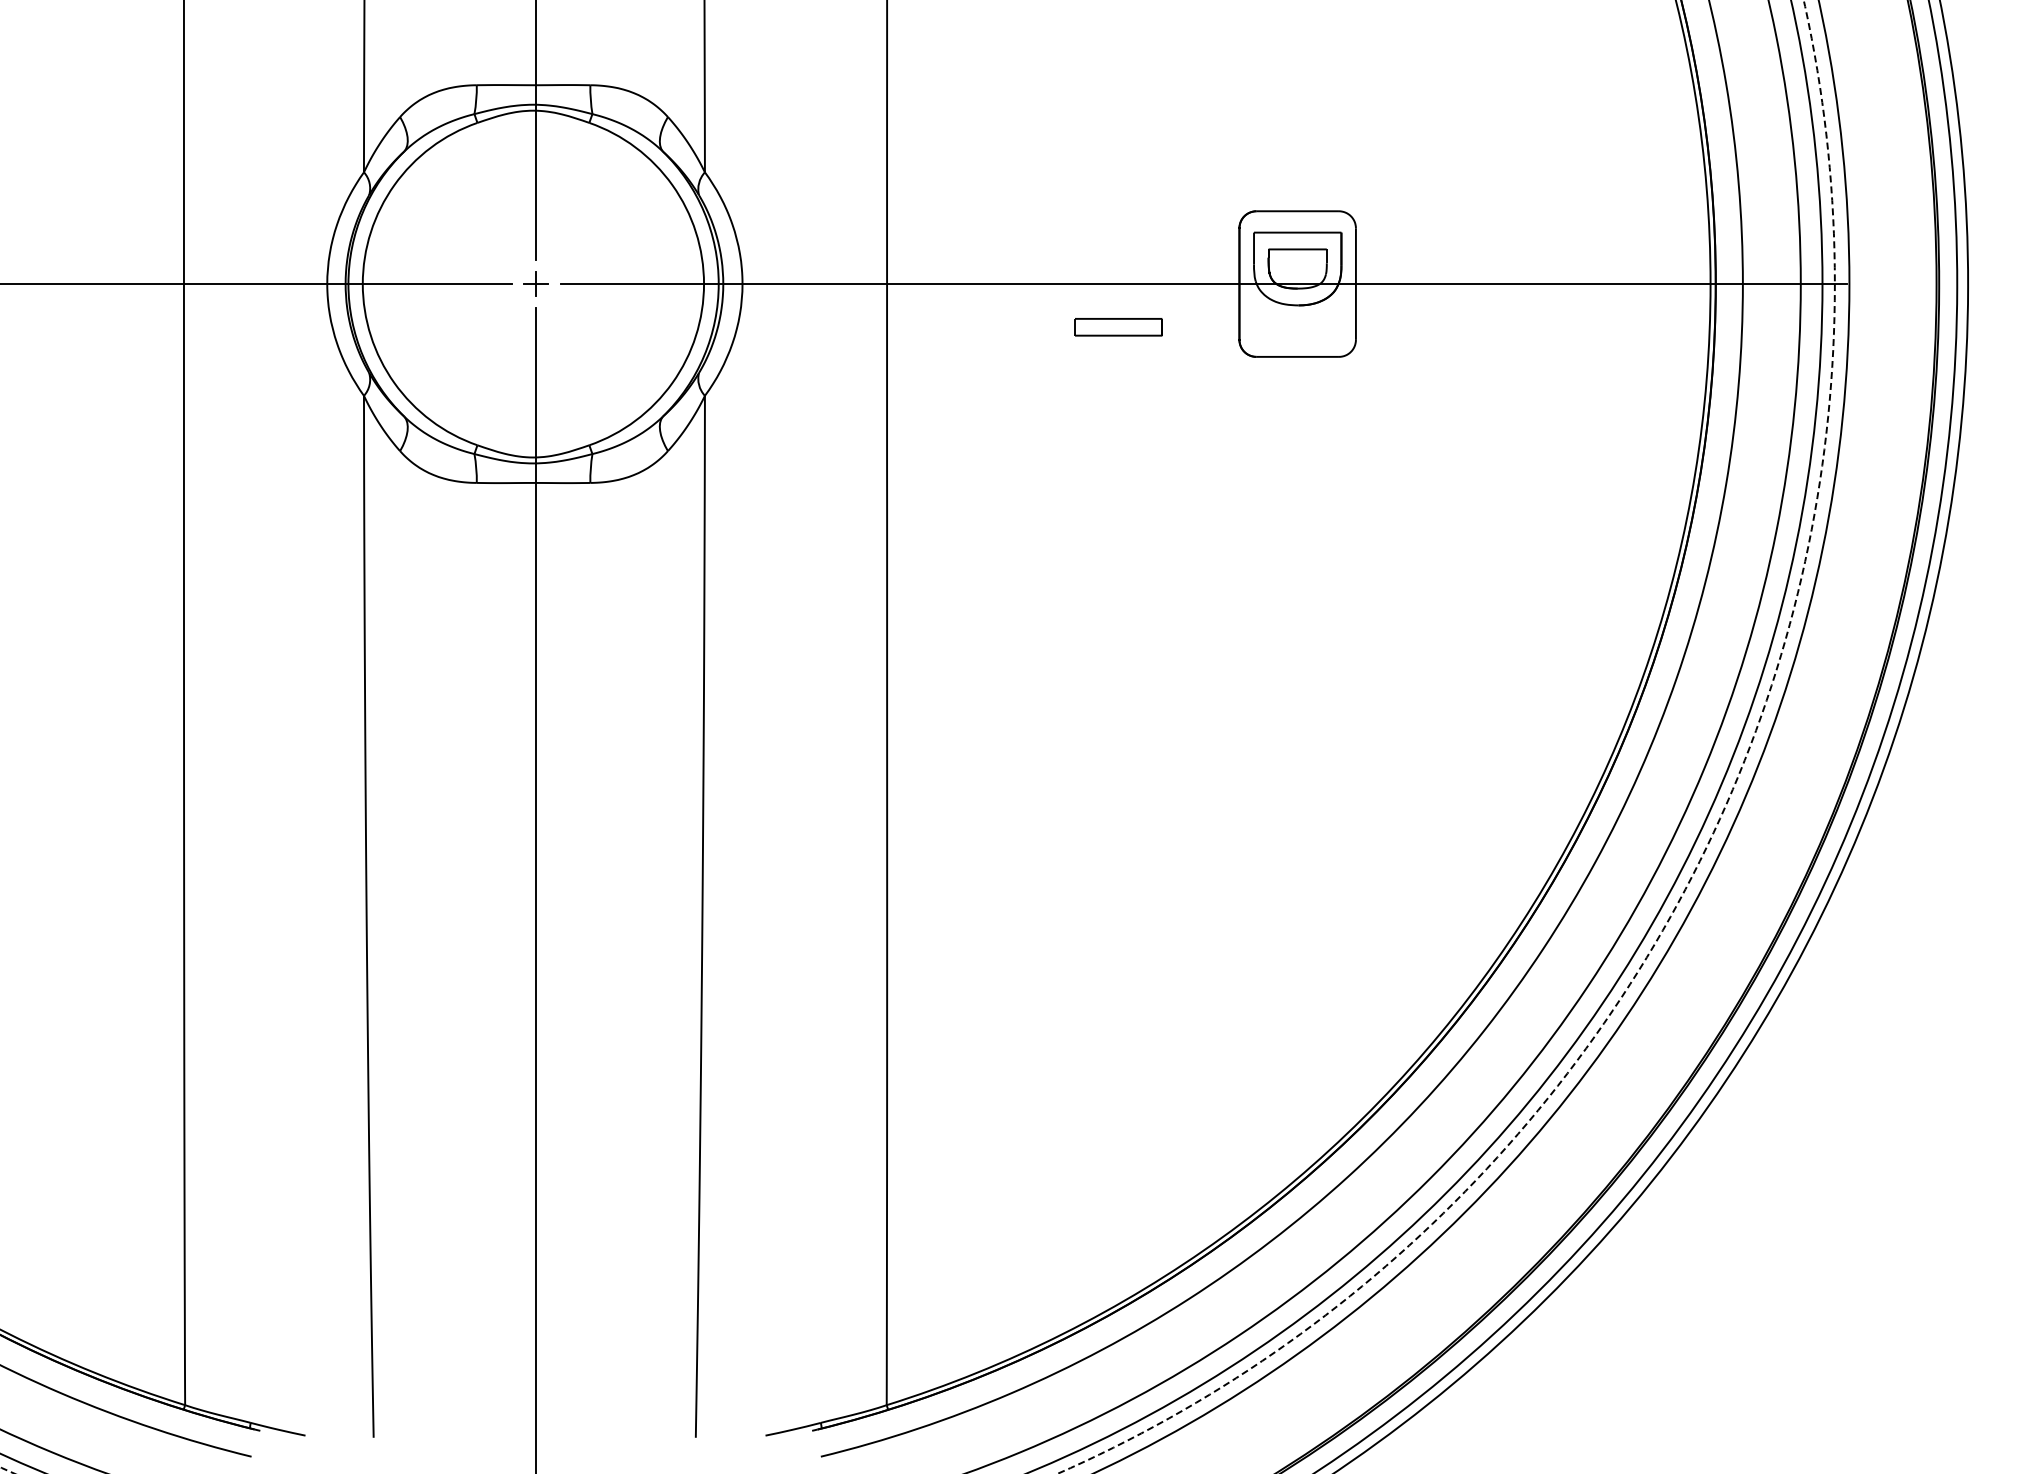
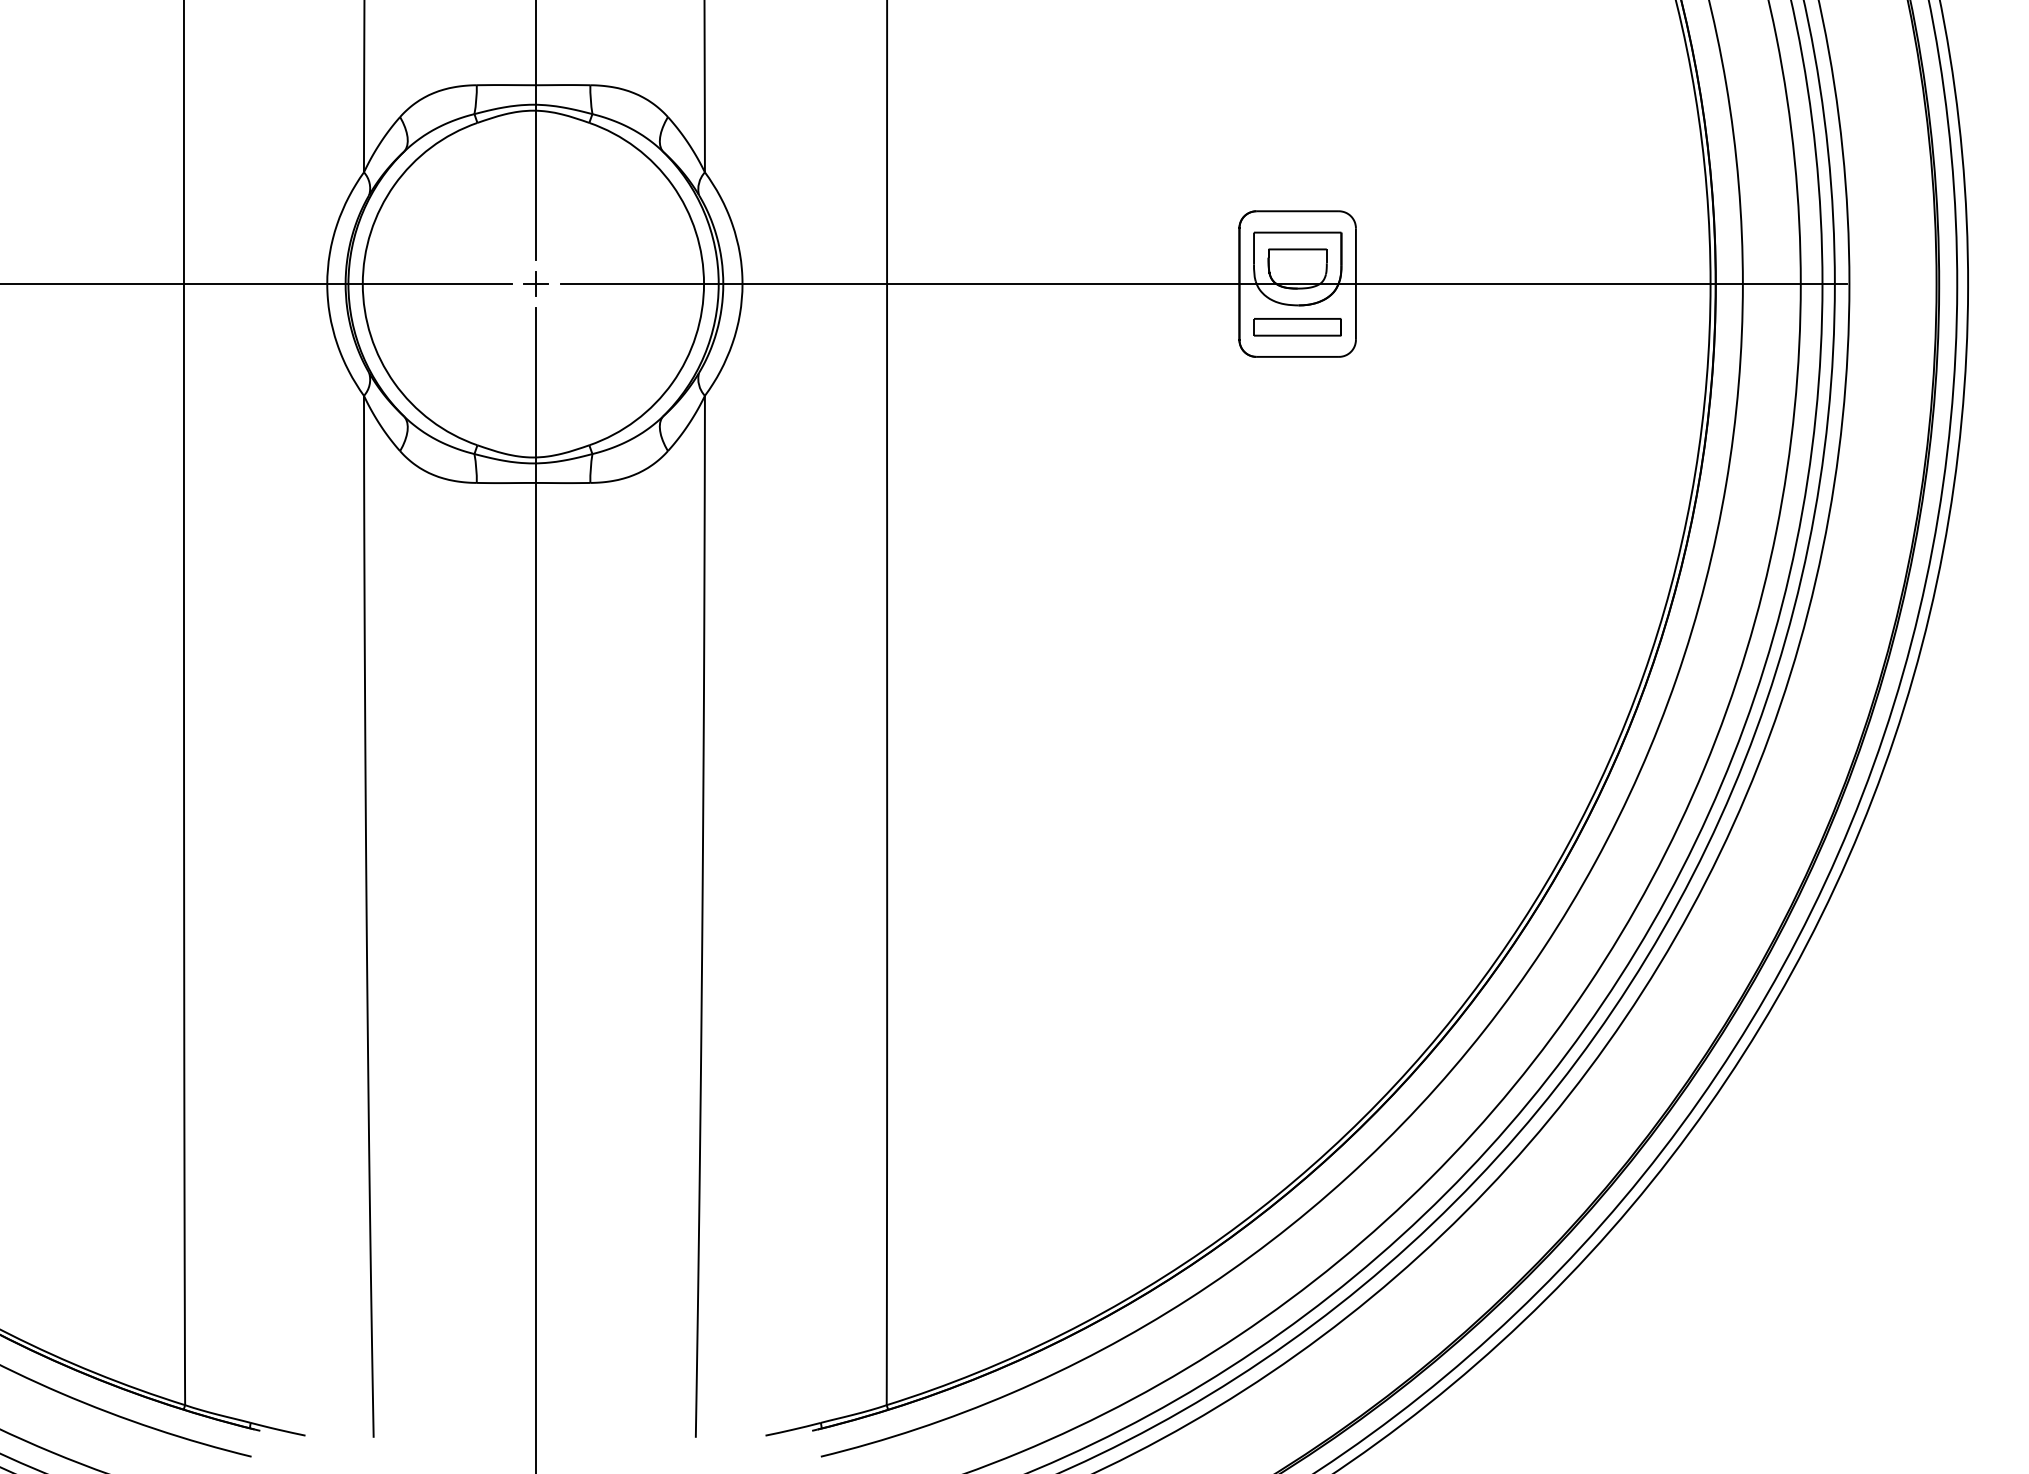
part at (1118, 327) position: (1118, 327) -> (1297, 327)
circle at (917, 736): dashed -> solid
